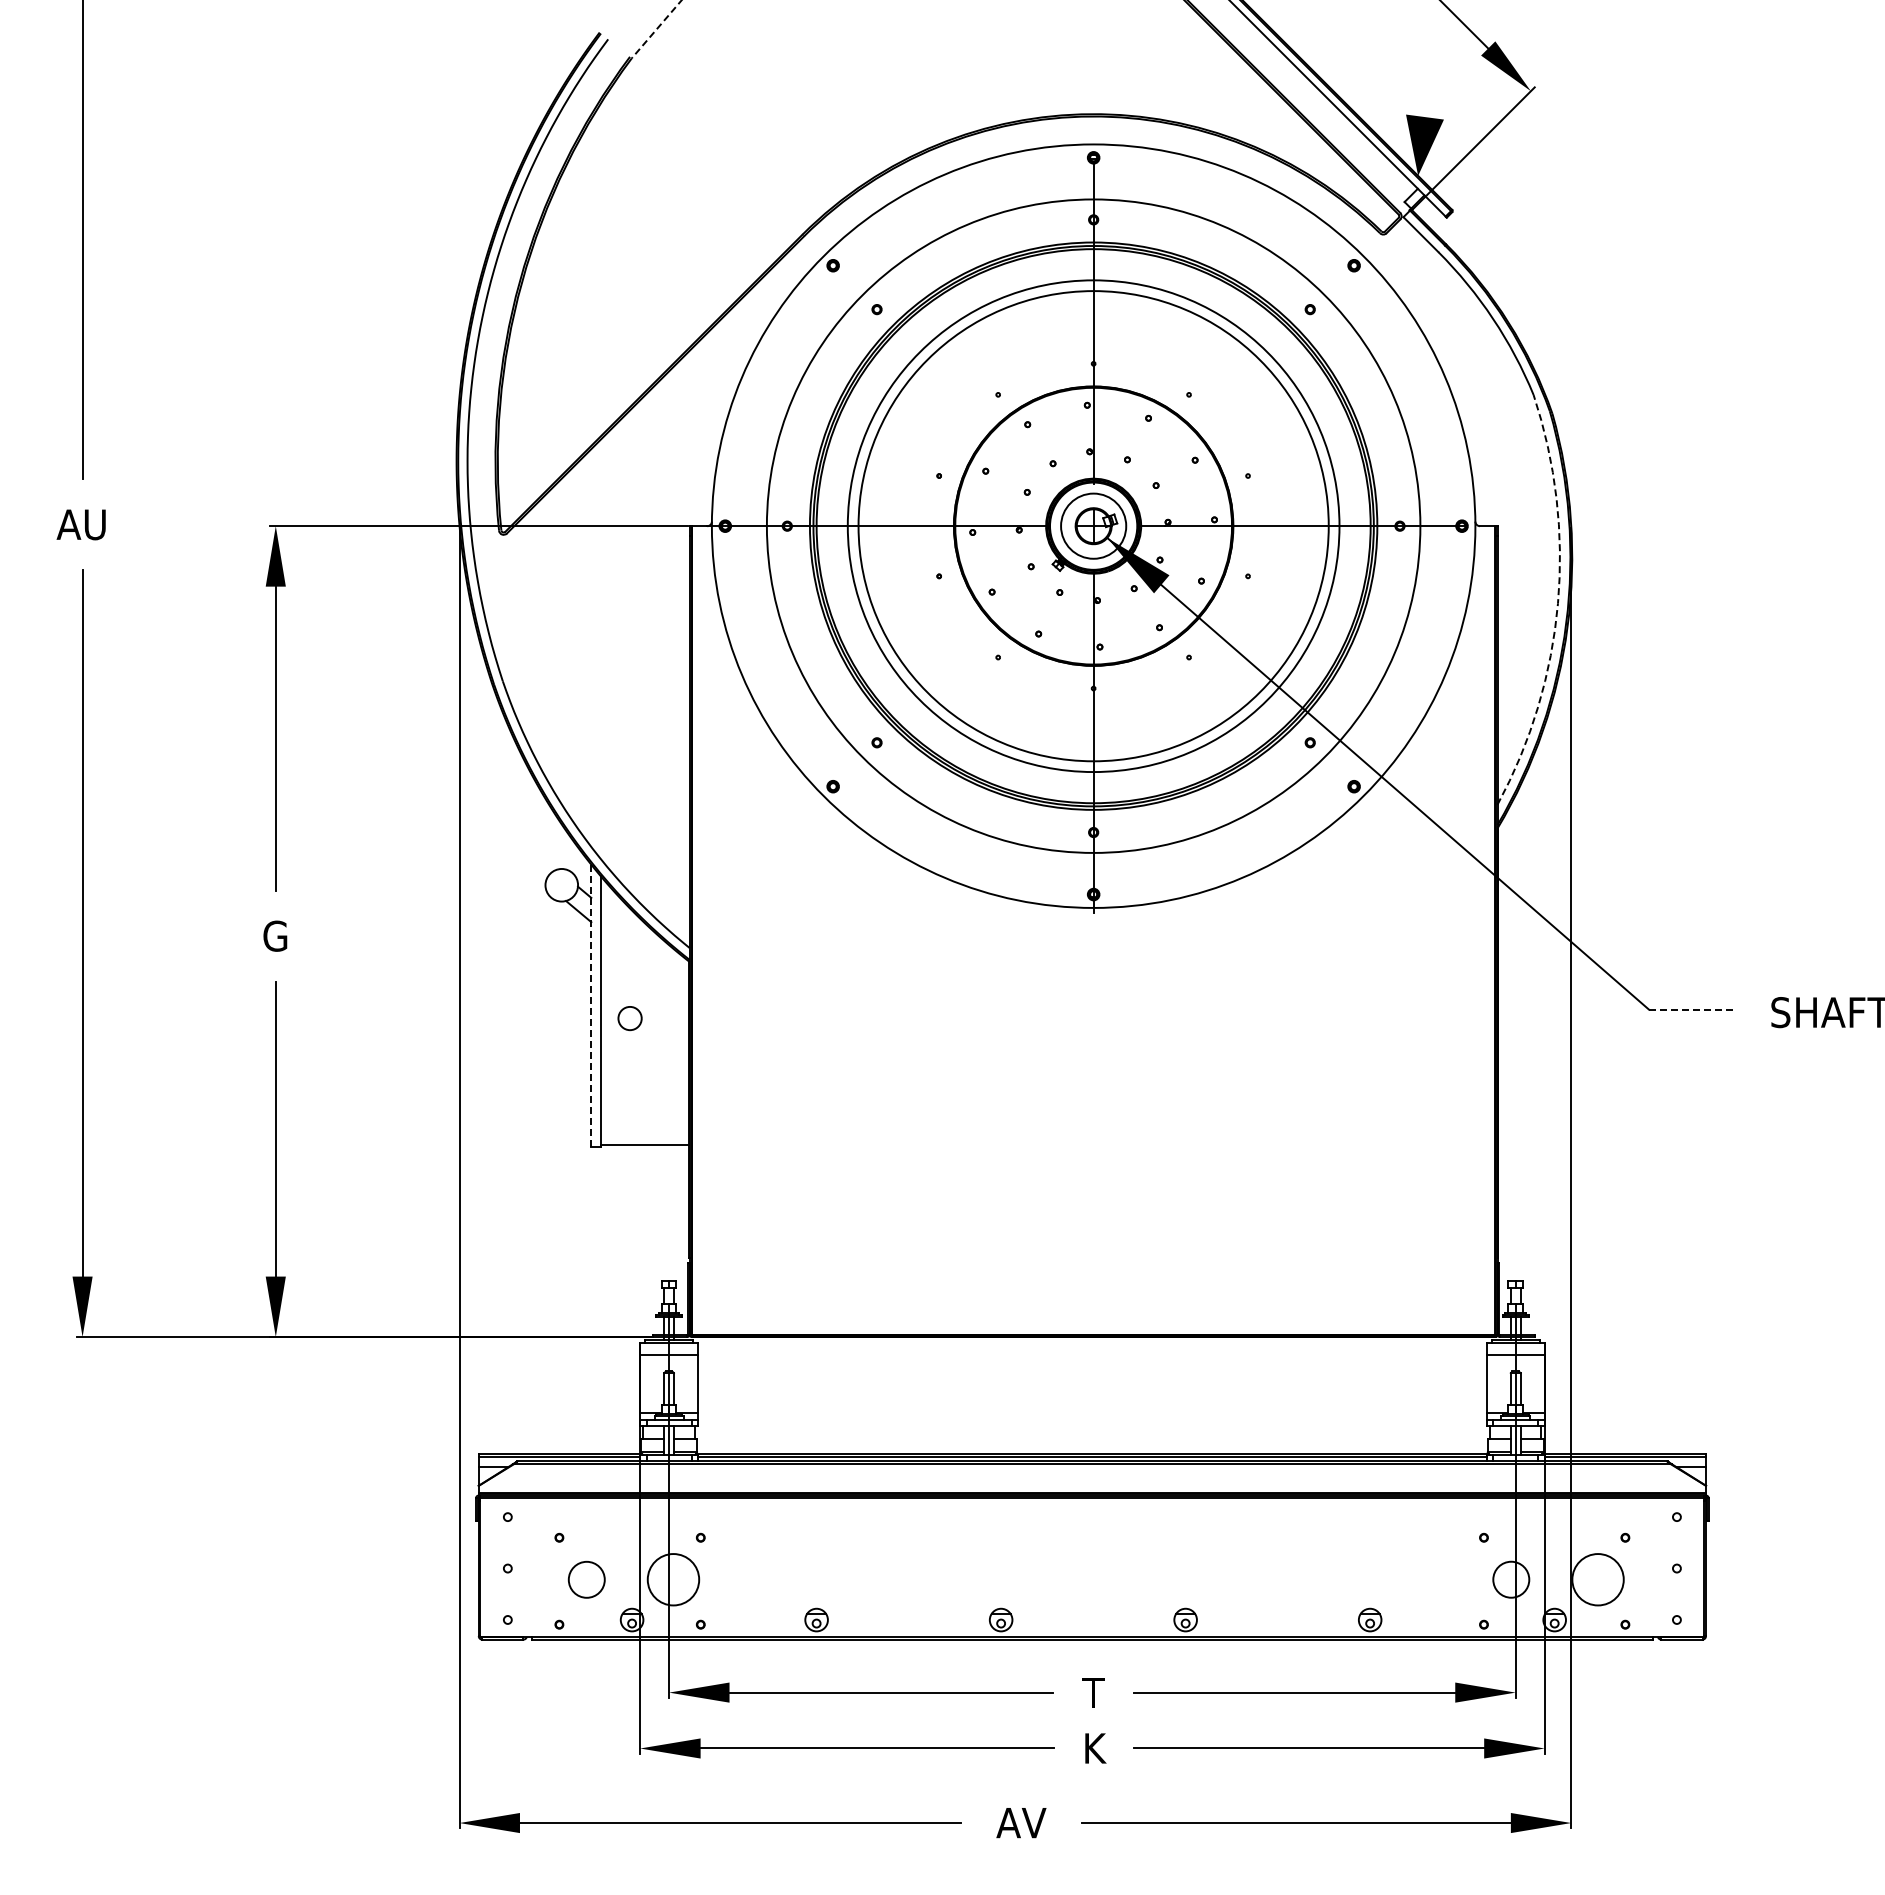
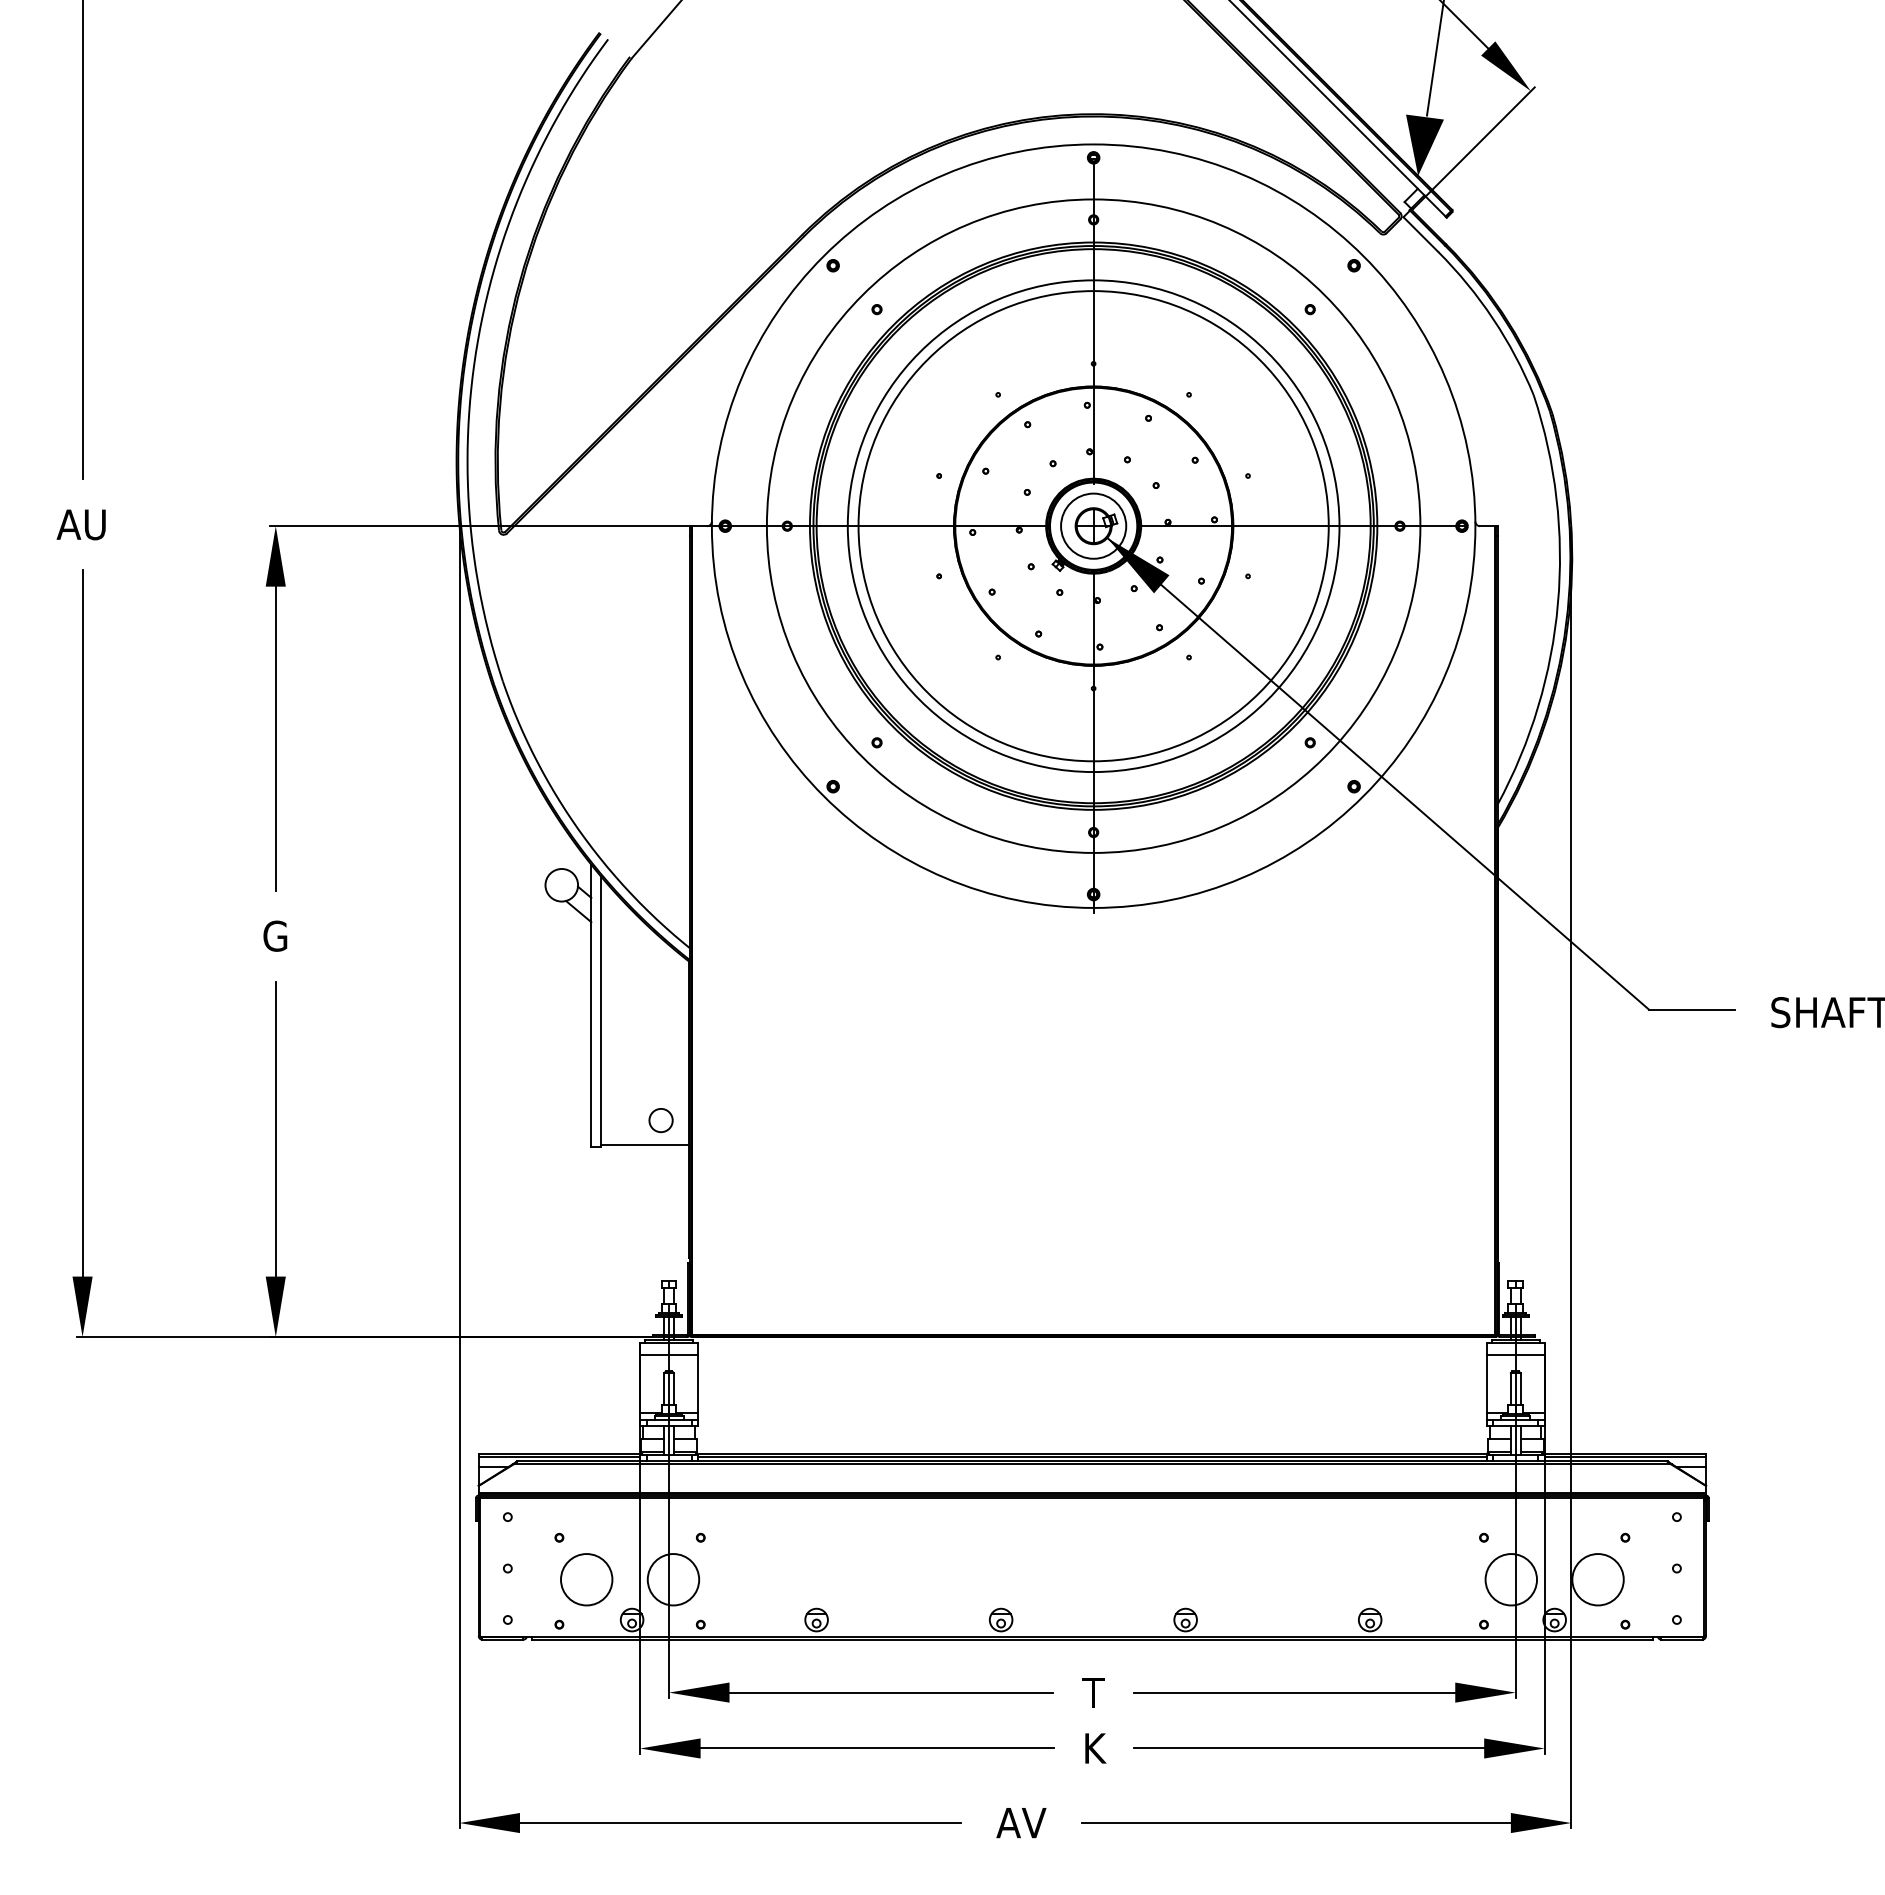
line at (656, 29): dashed -> solid
line at (1435, 58): none -> present
arc at (1557, 603): dashed -> solid
line at (591, 1005): dashed -> solid
line at (1692, 1009): dashed -> solid
circle at (629, 1018) position: (629, 1018) -> (660, 1120)
circle at (586, 1579) size: 39x39 px -> 54x54 px
circle at (1511, 1579) diameter: 36 px -> 51 px
